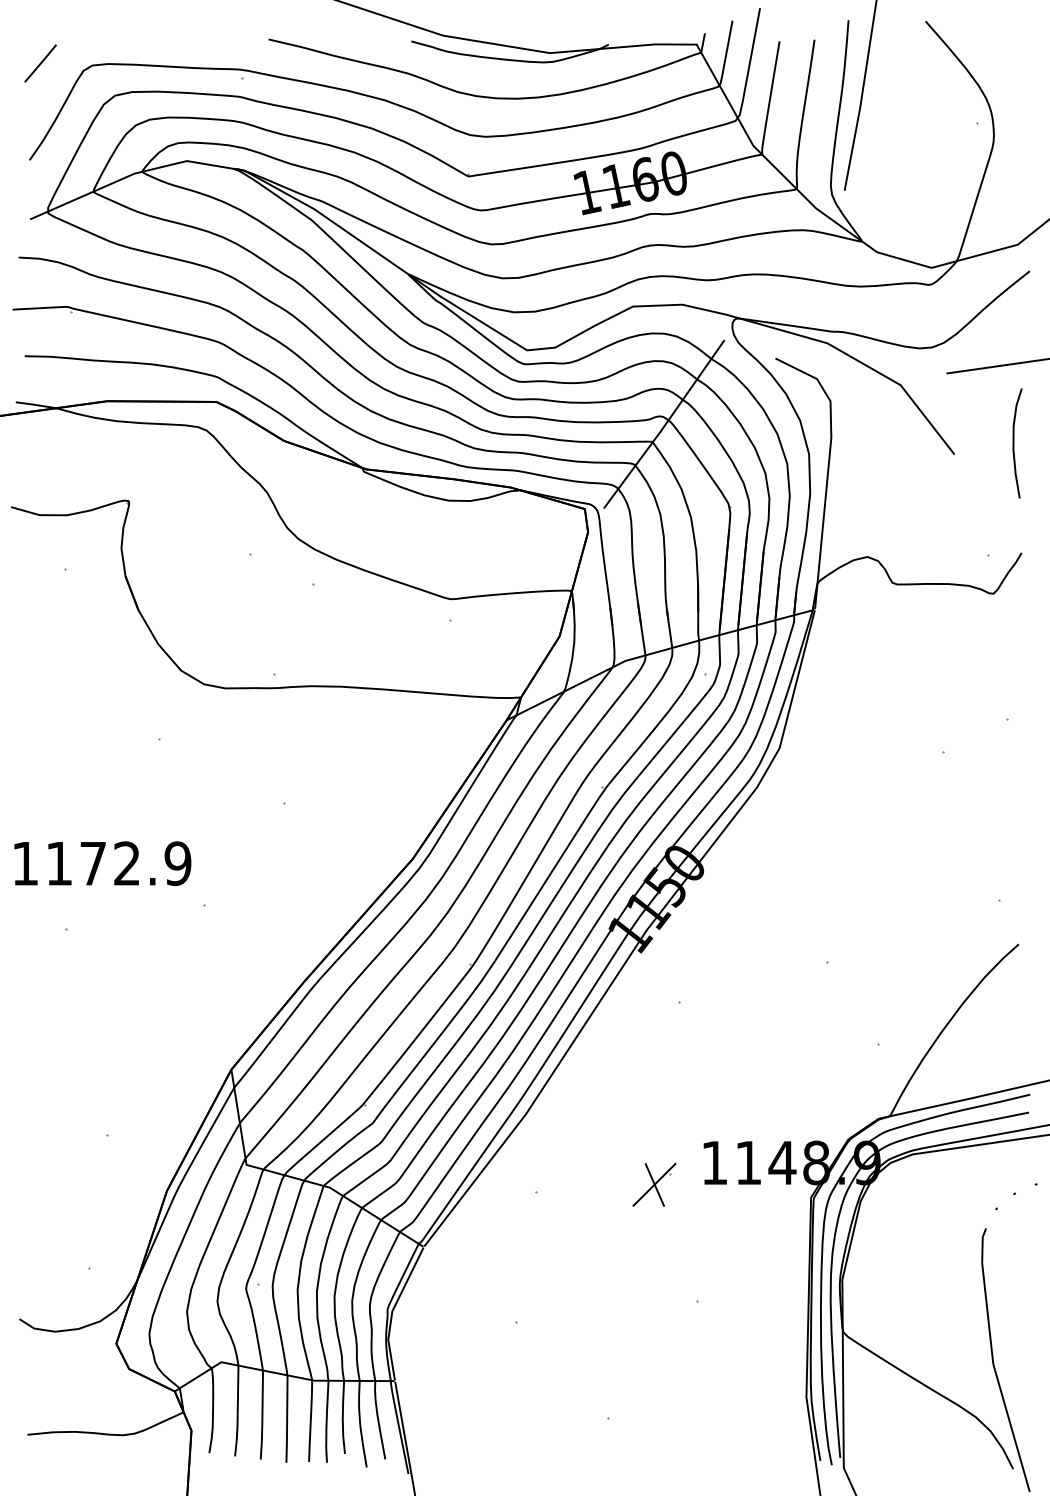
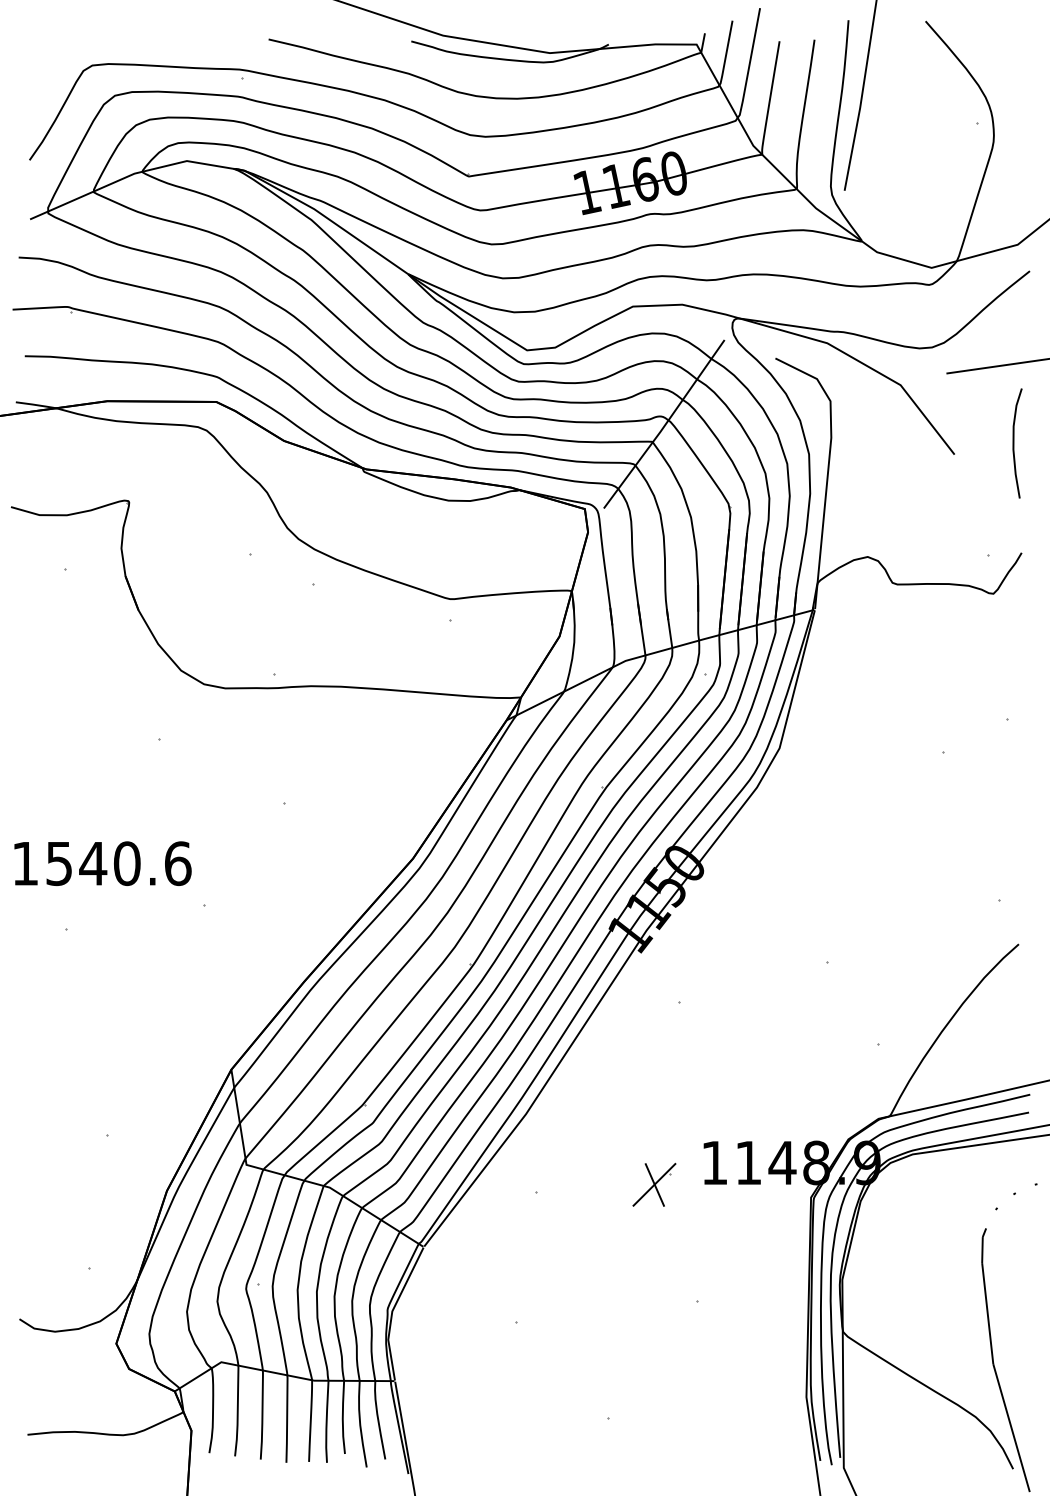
line at (40, 63): present -> none
text at (118, 863): 1172.9 -> 1540.6
